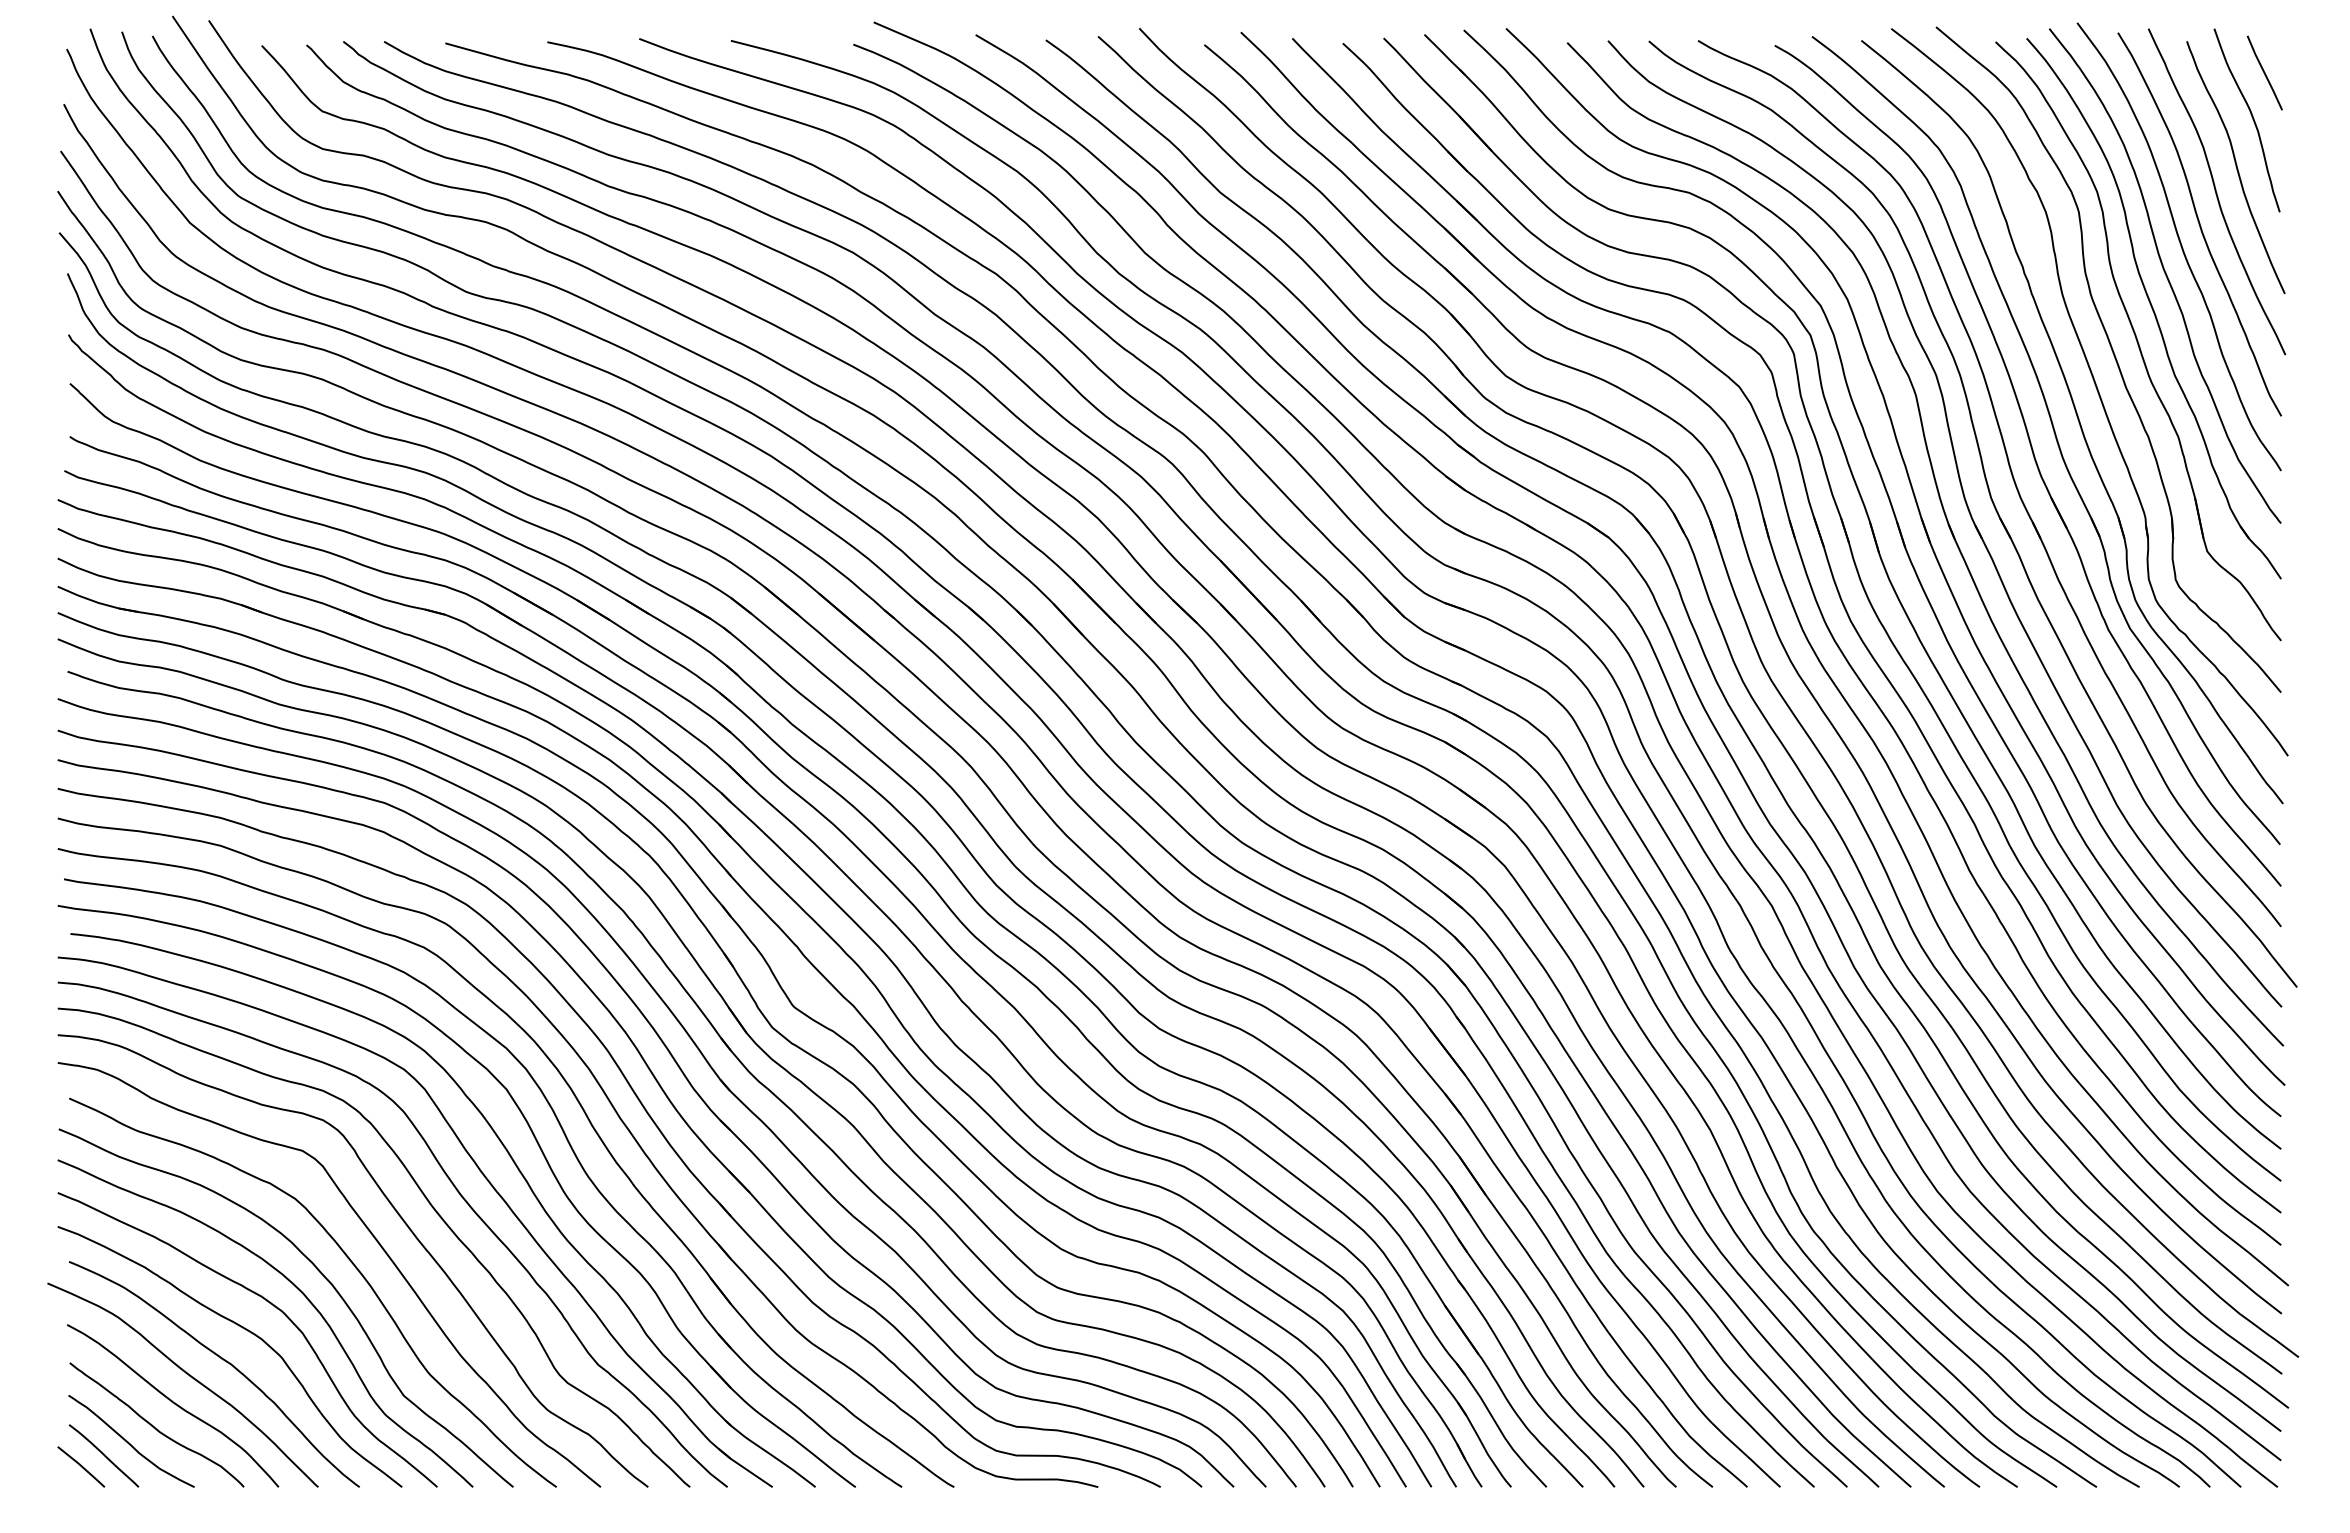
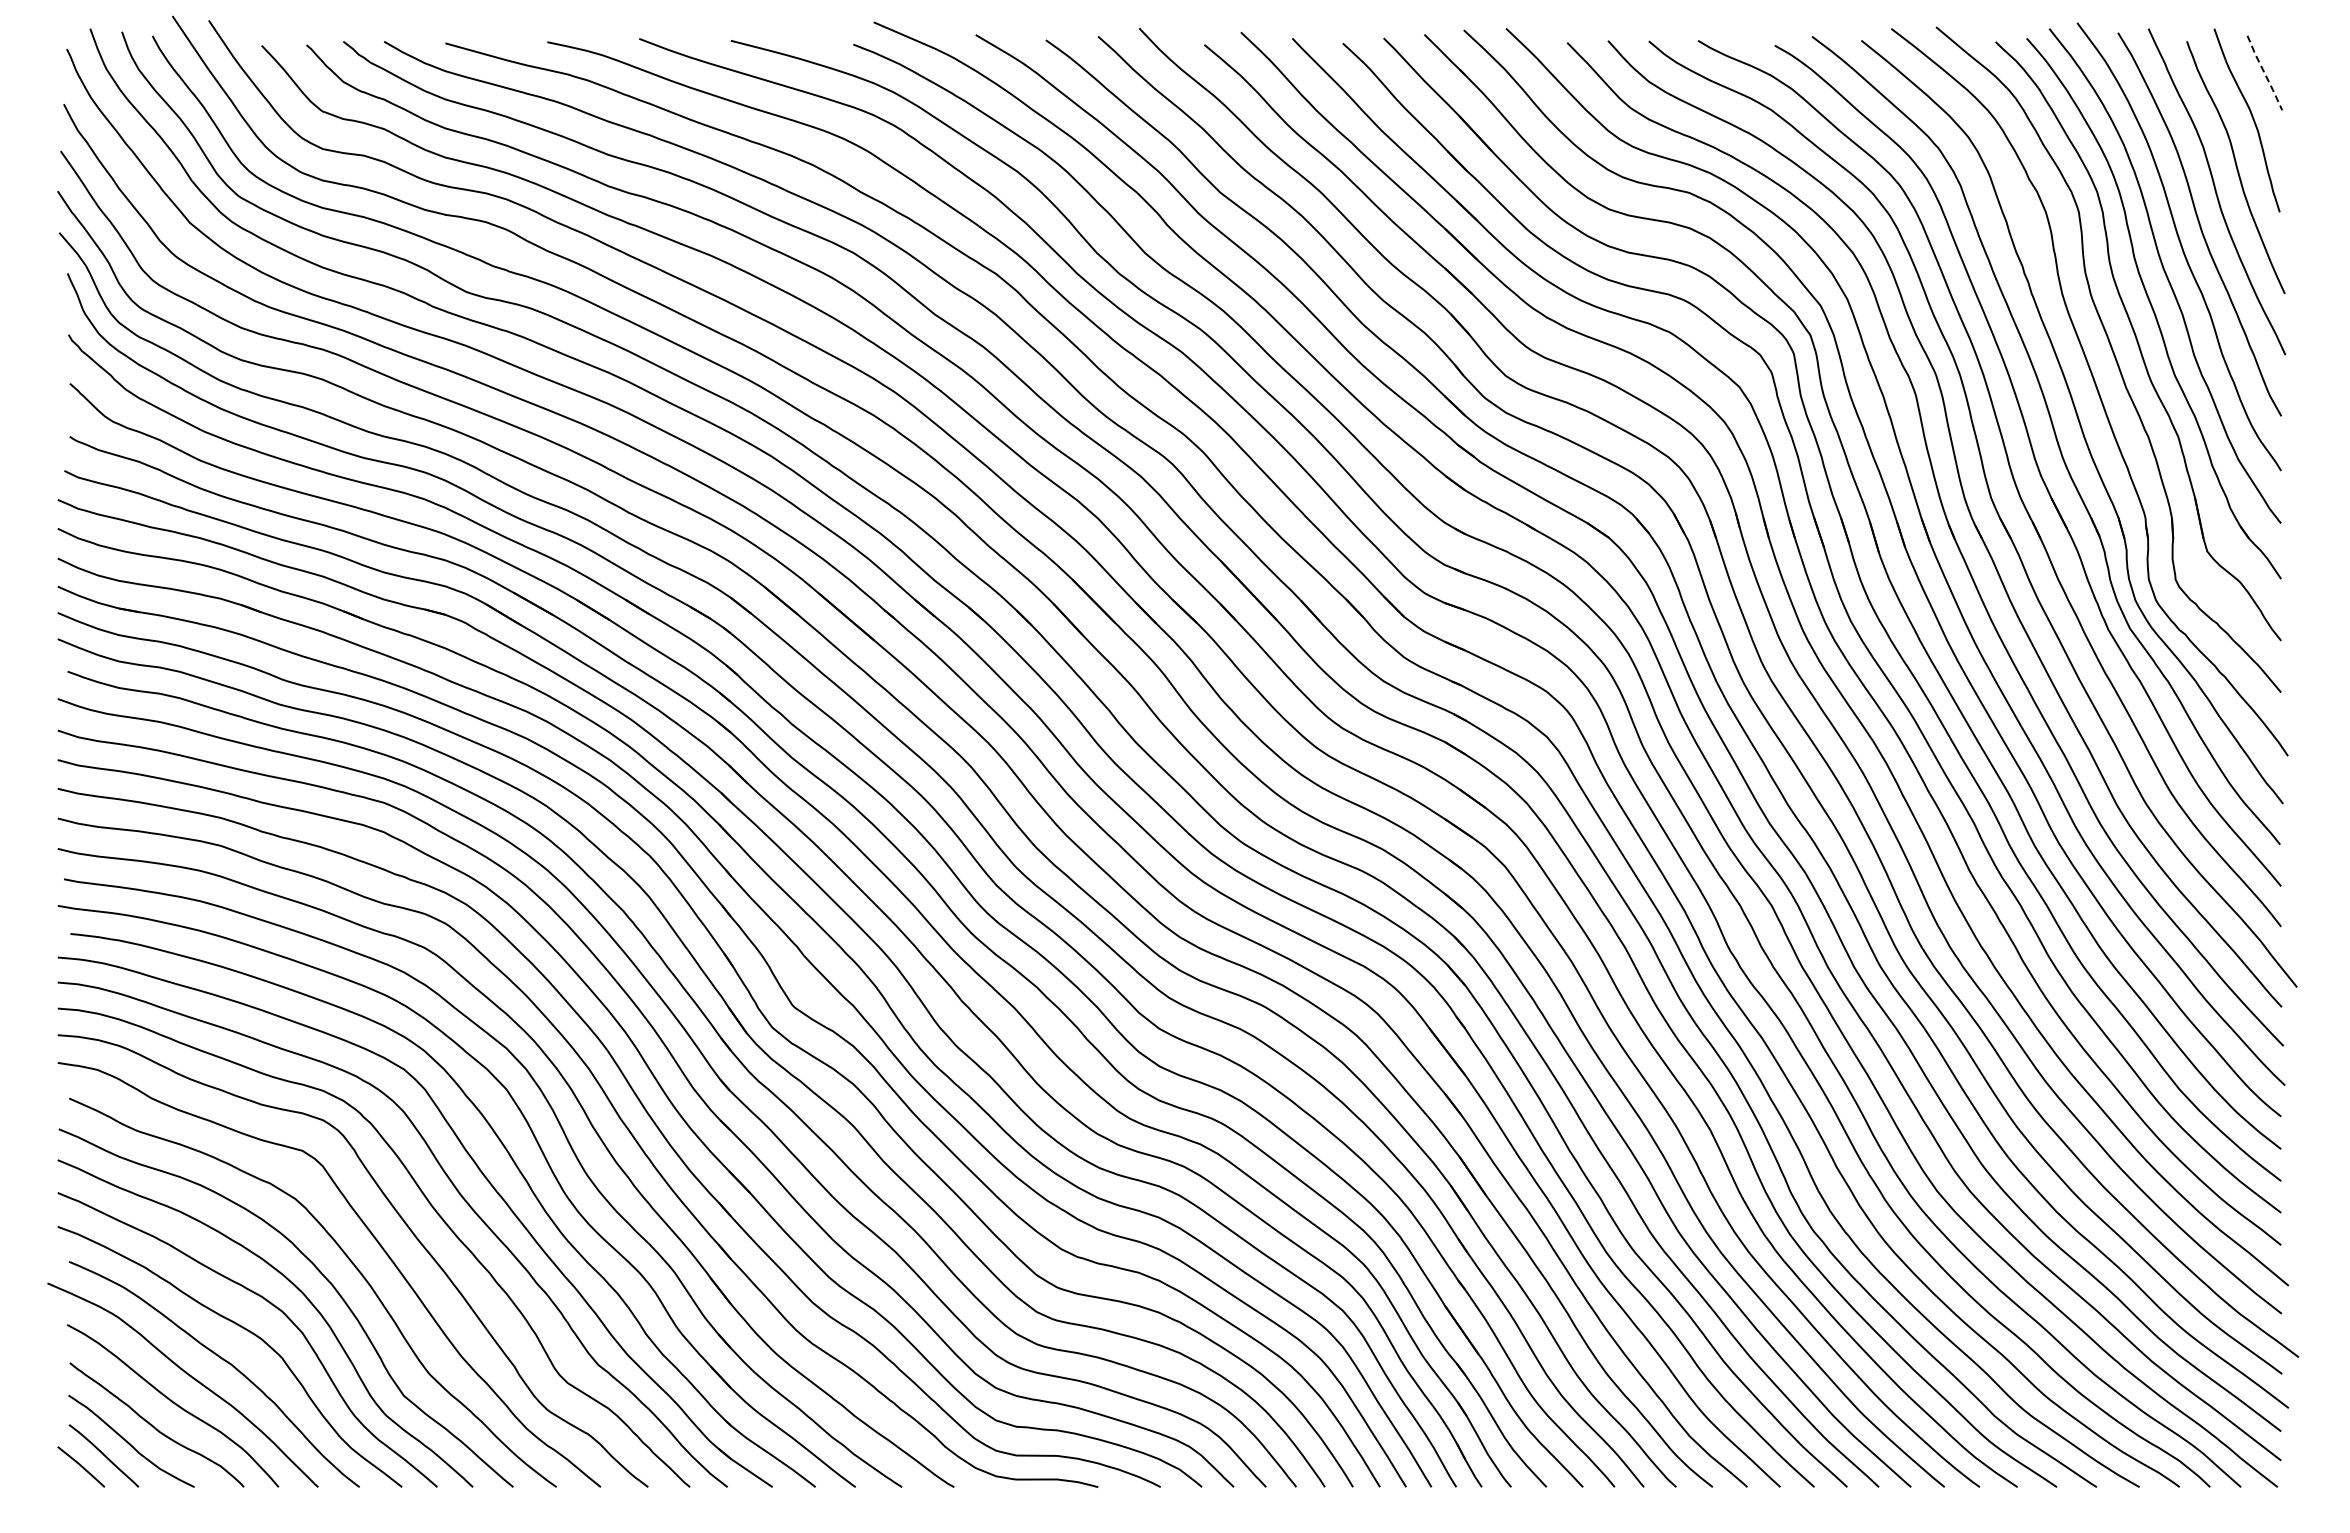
line at (2264, 73): solid -> dashed
